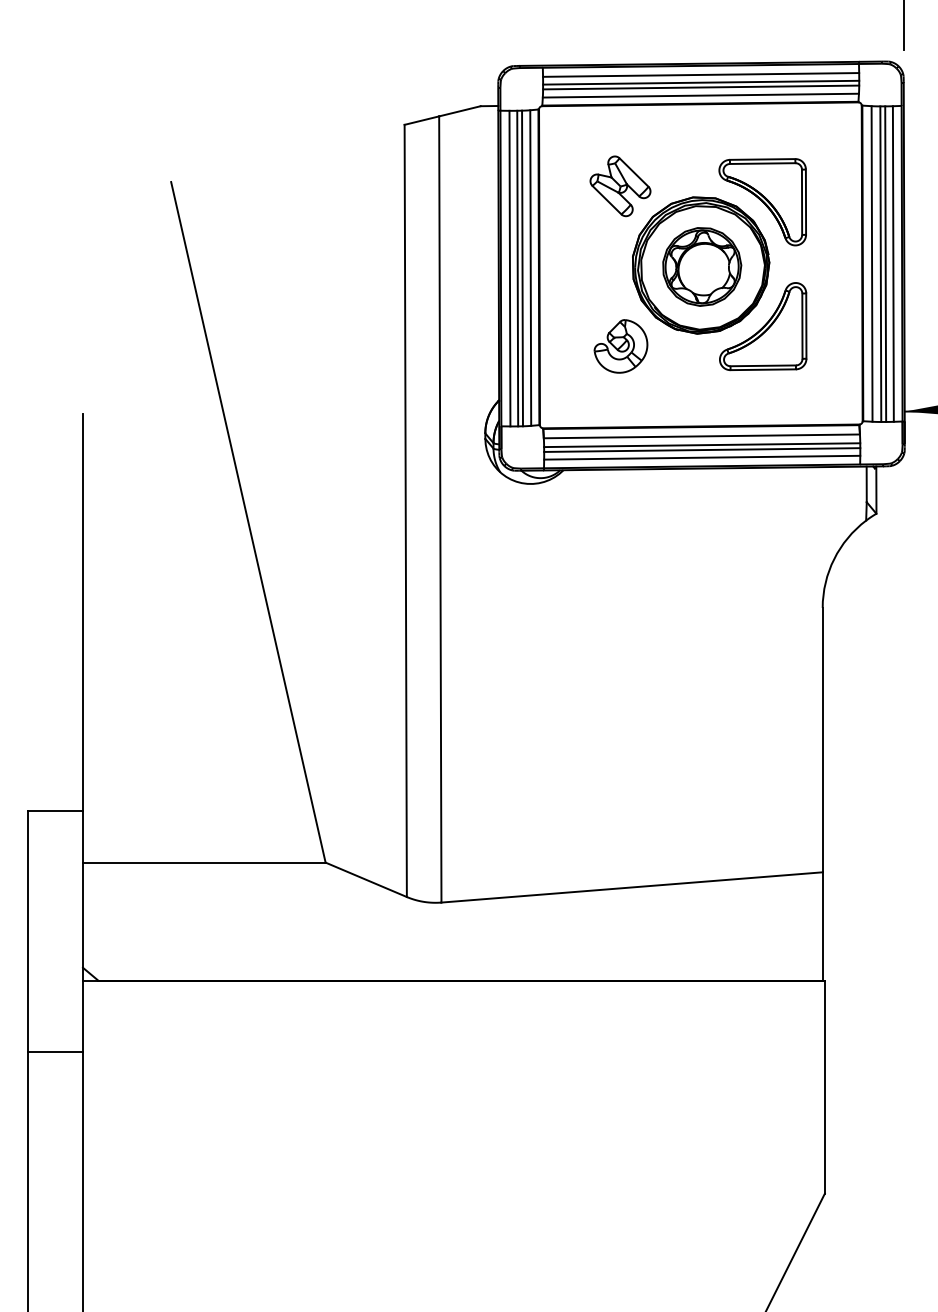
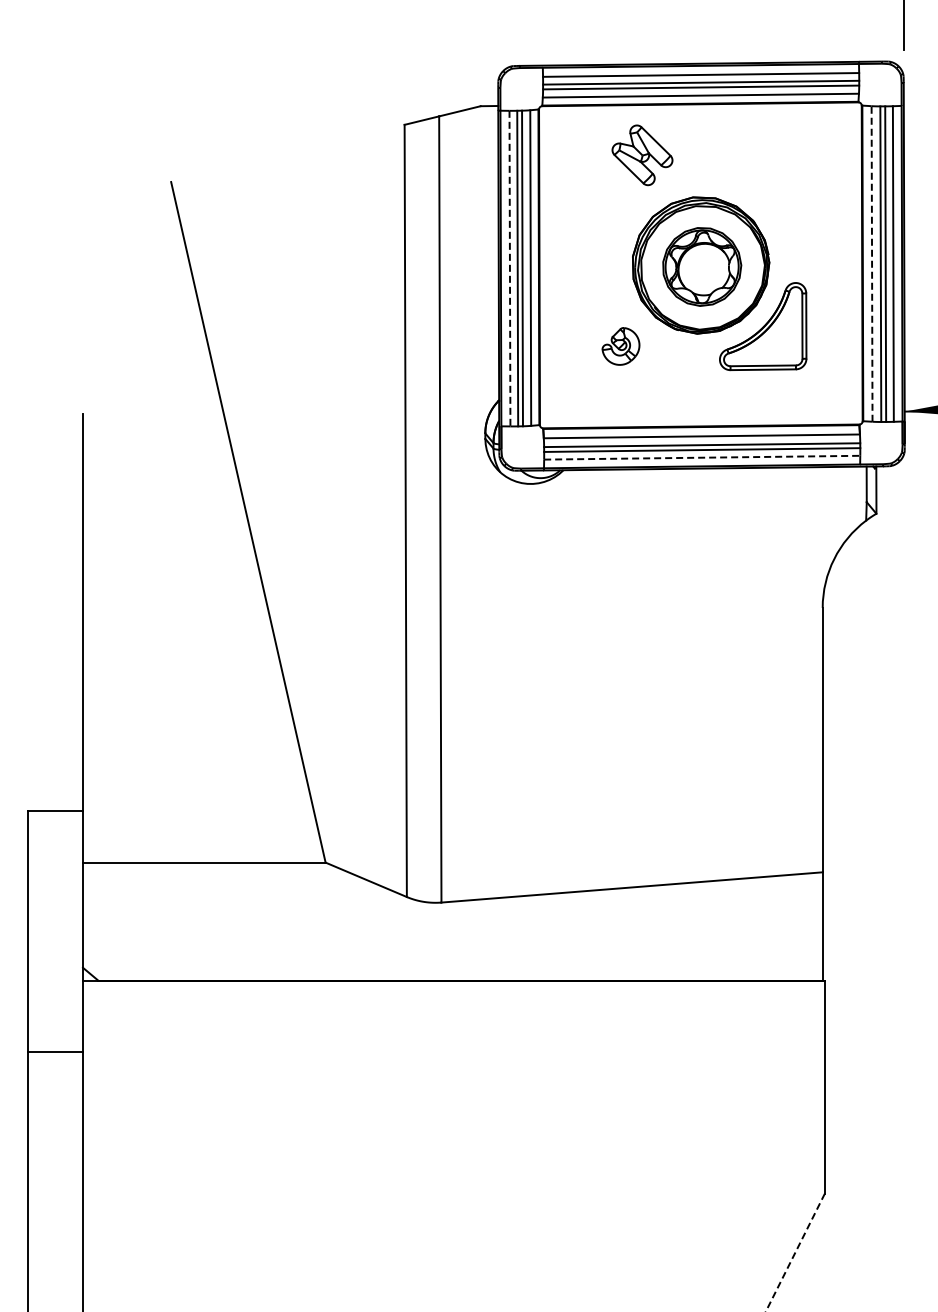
part at (620, 186) position: (620, 186) -> (642, 155)
part at (762, 202): present -> none
line at (872, 263): solid -> dashed
line at (509, 268): solid -> dashed
part at (620, 346) size: 56x55 px -> 40x39 px
line at (702, 457): solid -> dashed
line at (795, 1252): solid -> dashed
